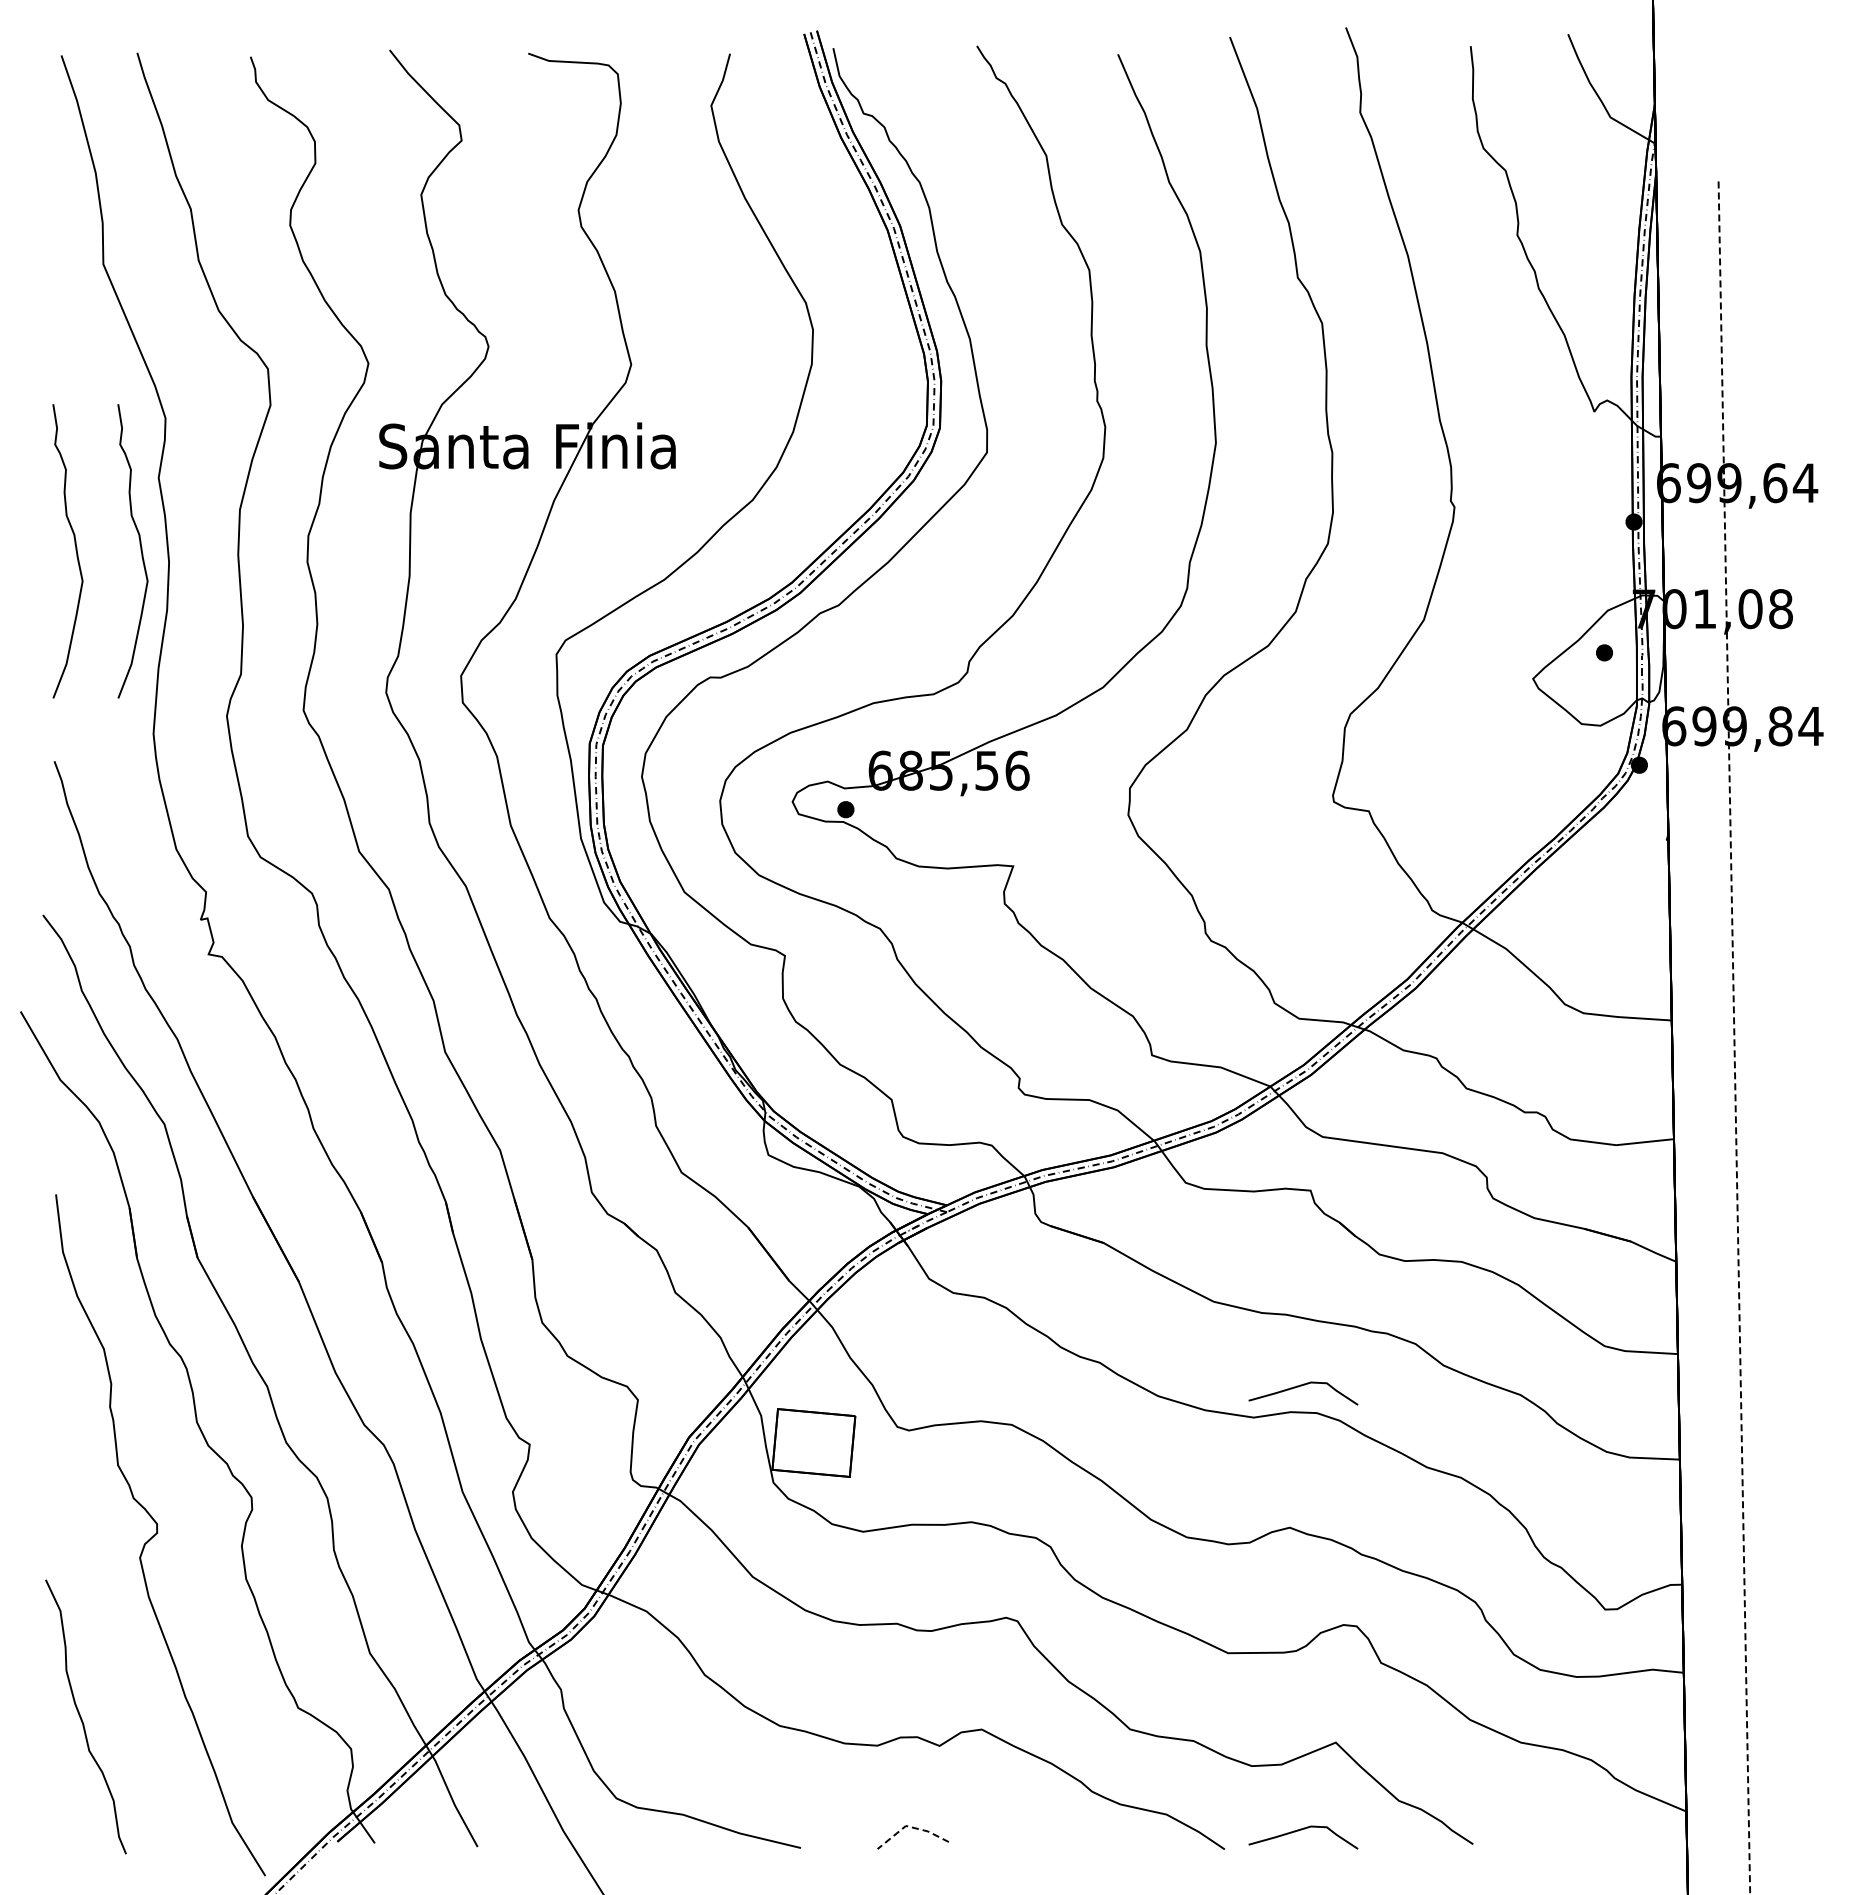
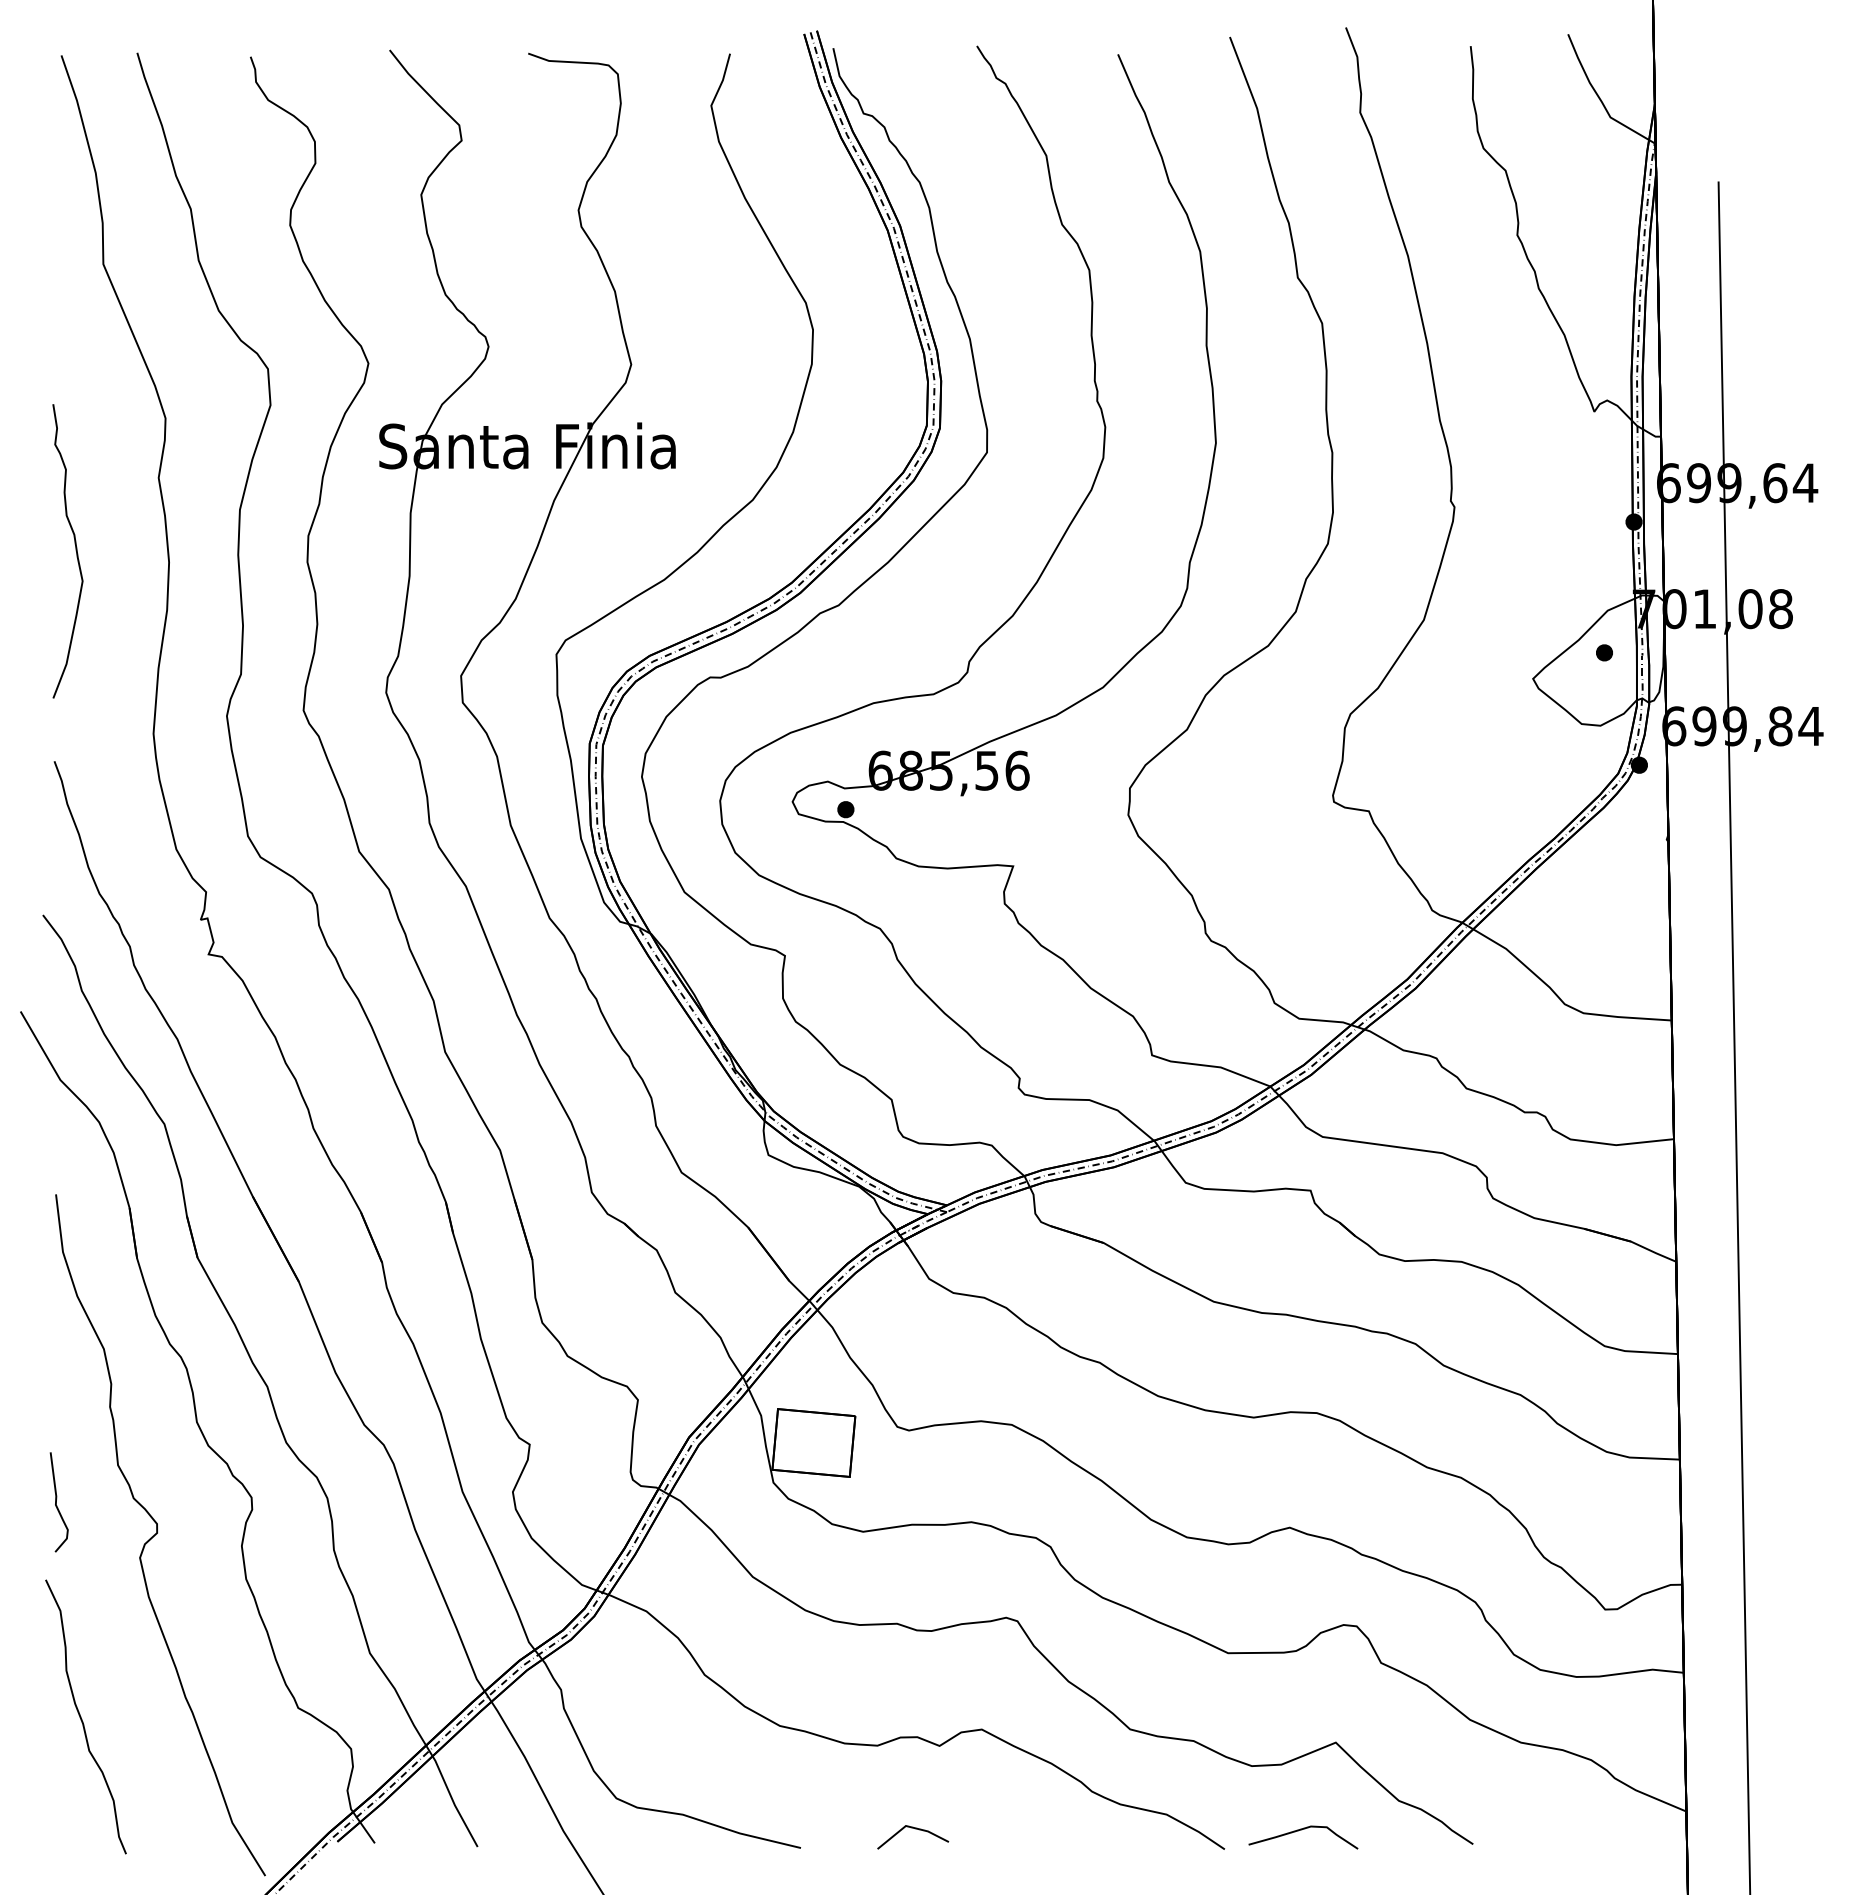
curve at (140, 550): present -> none
line at (1734, 1038): dashed -> solid
curve at (1301, 1386): present -> none
curve at (56, 1502): none -> present
line at (910, 1827): dashed -> solid
